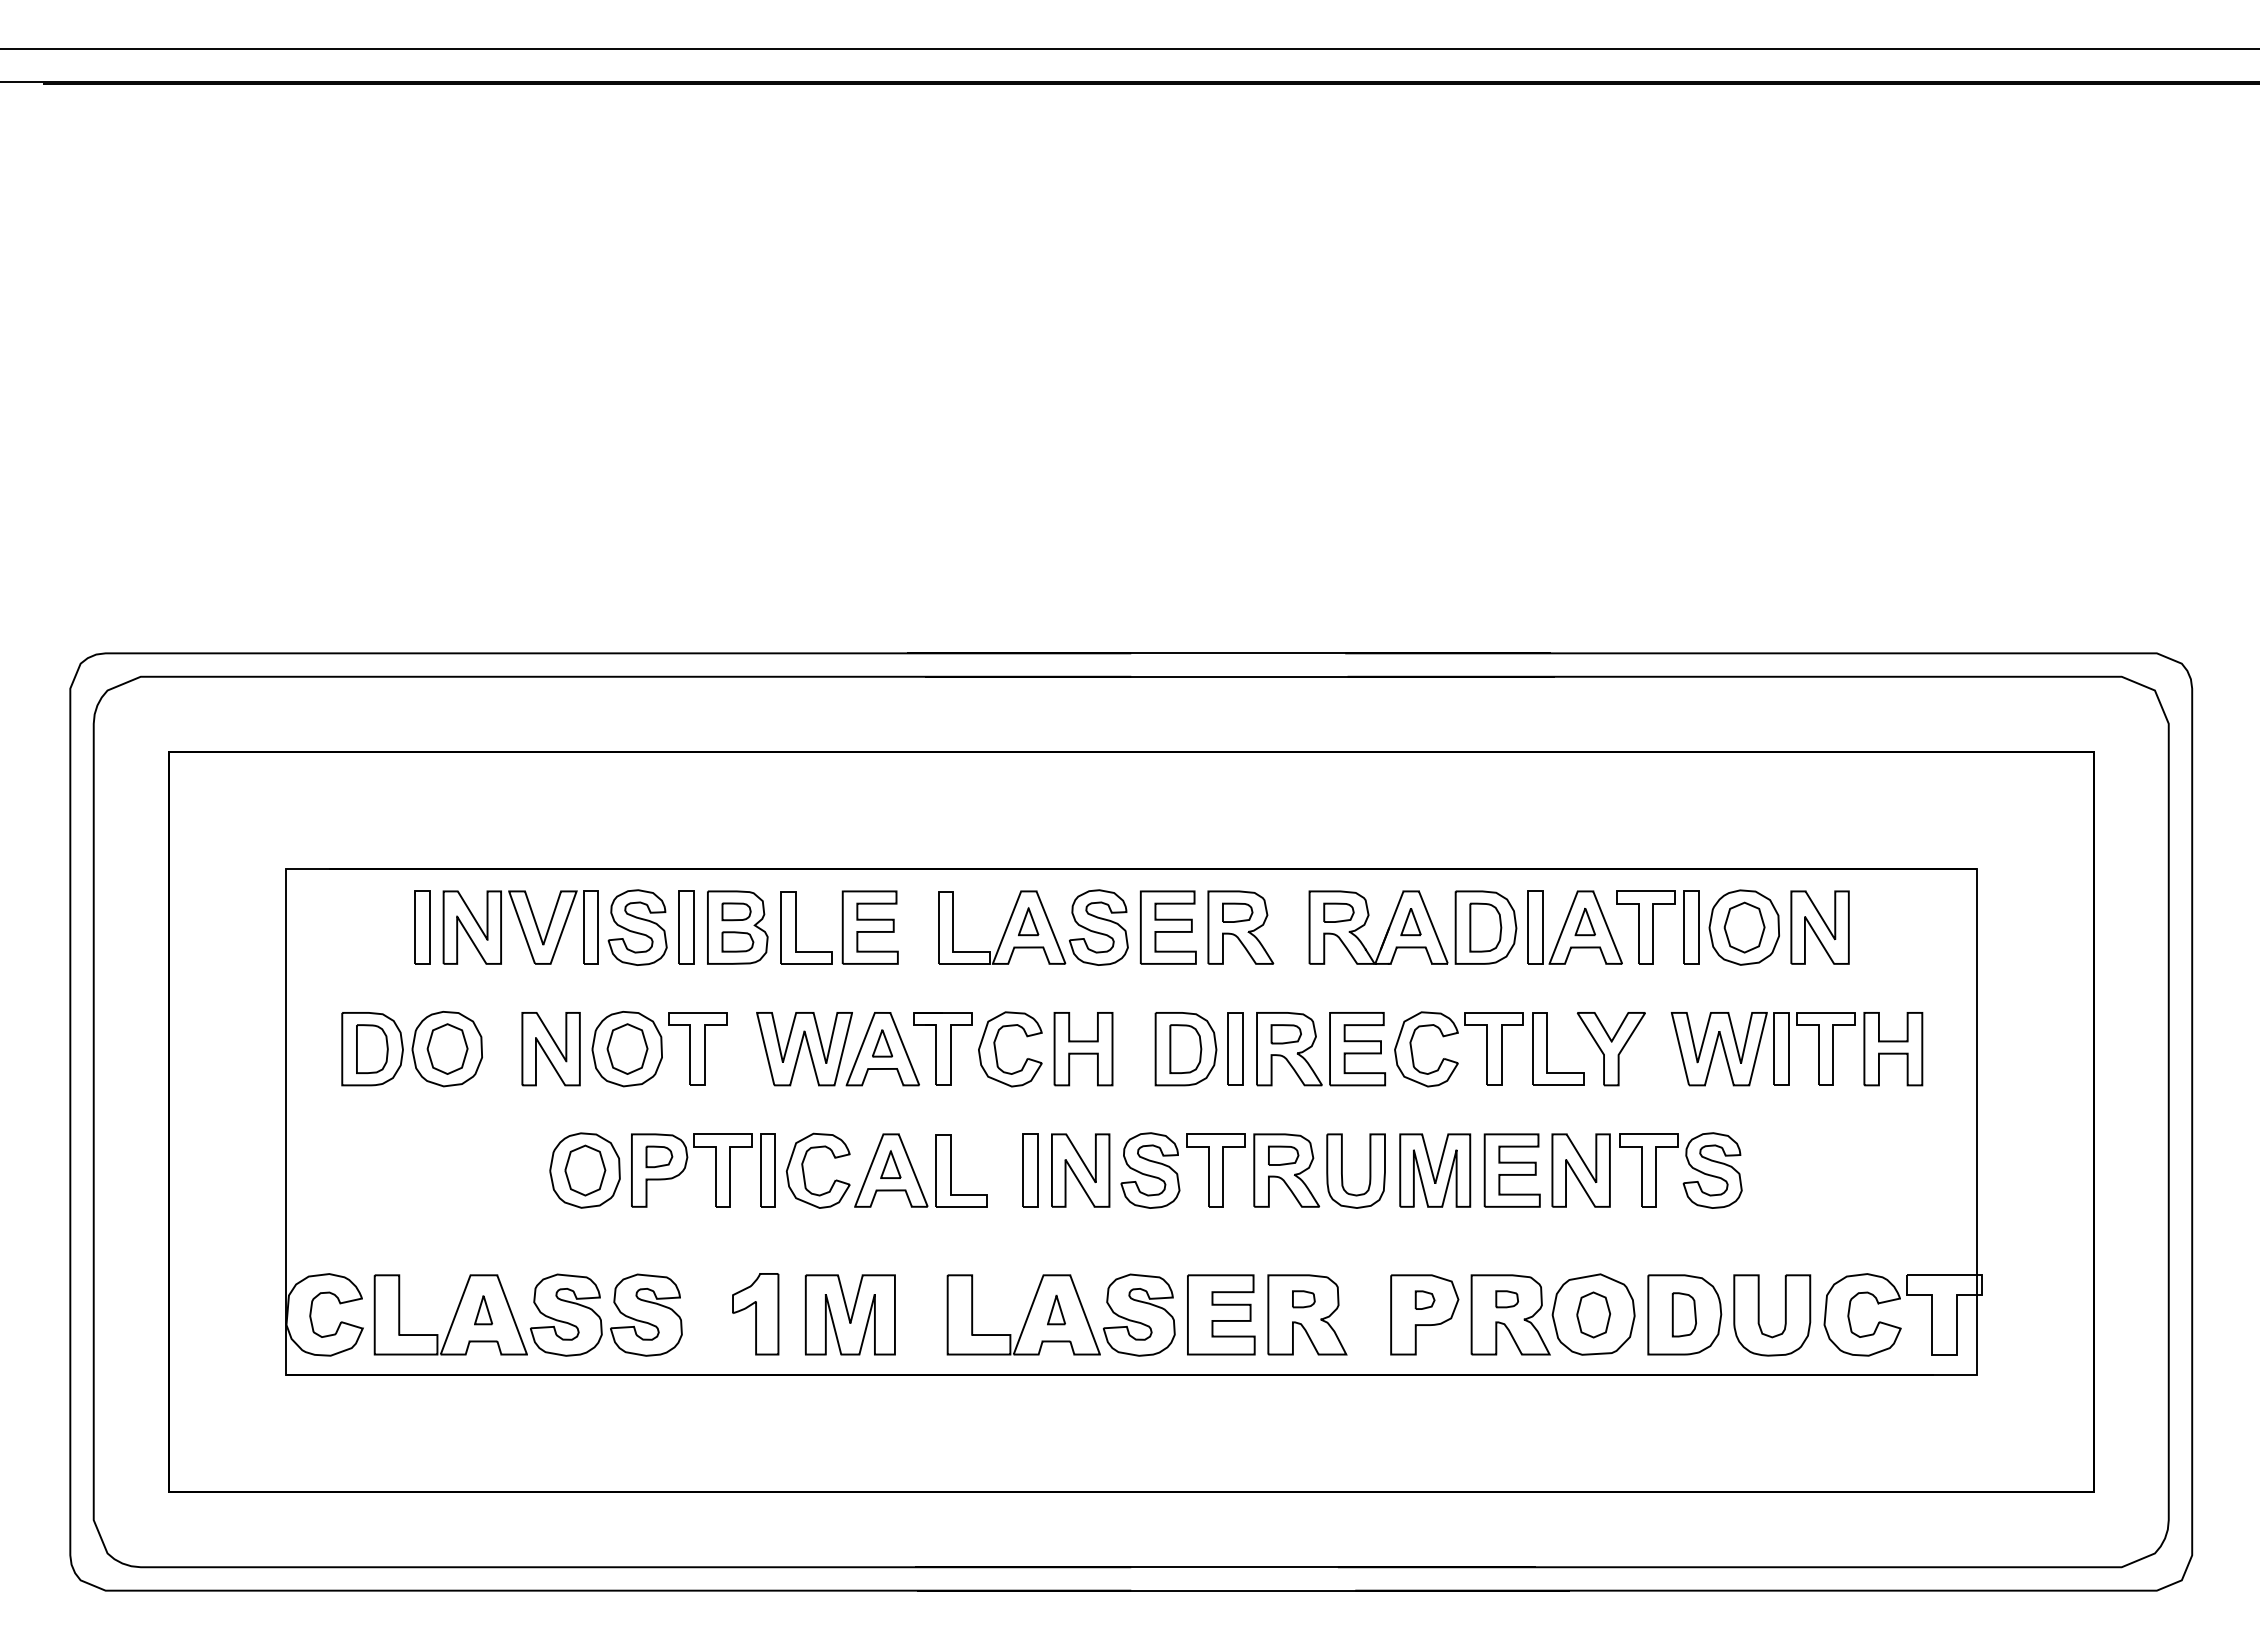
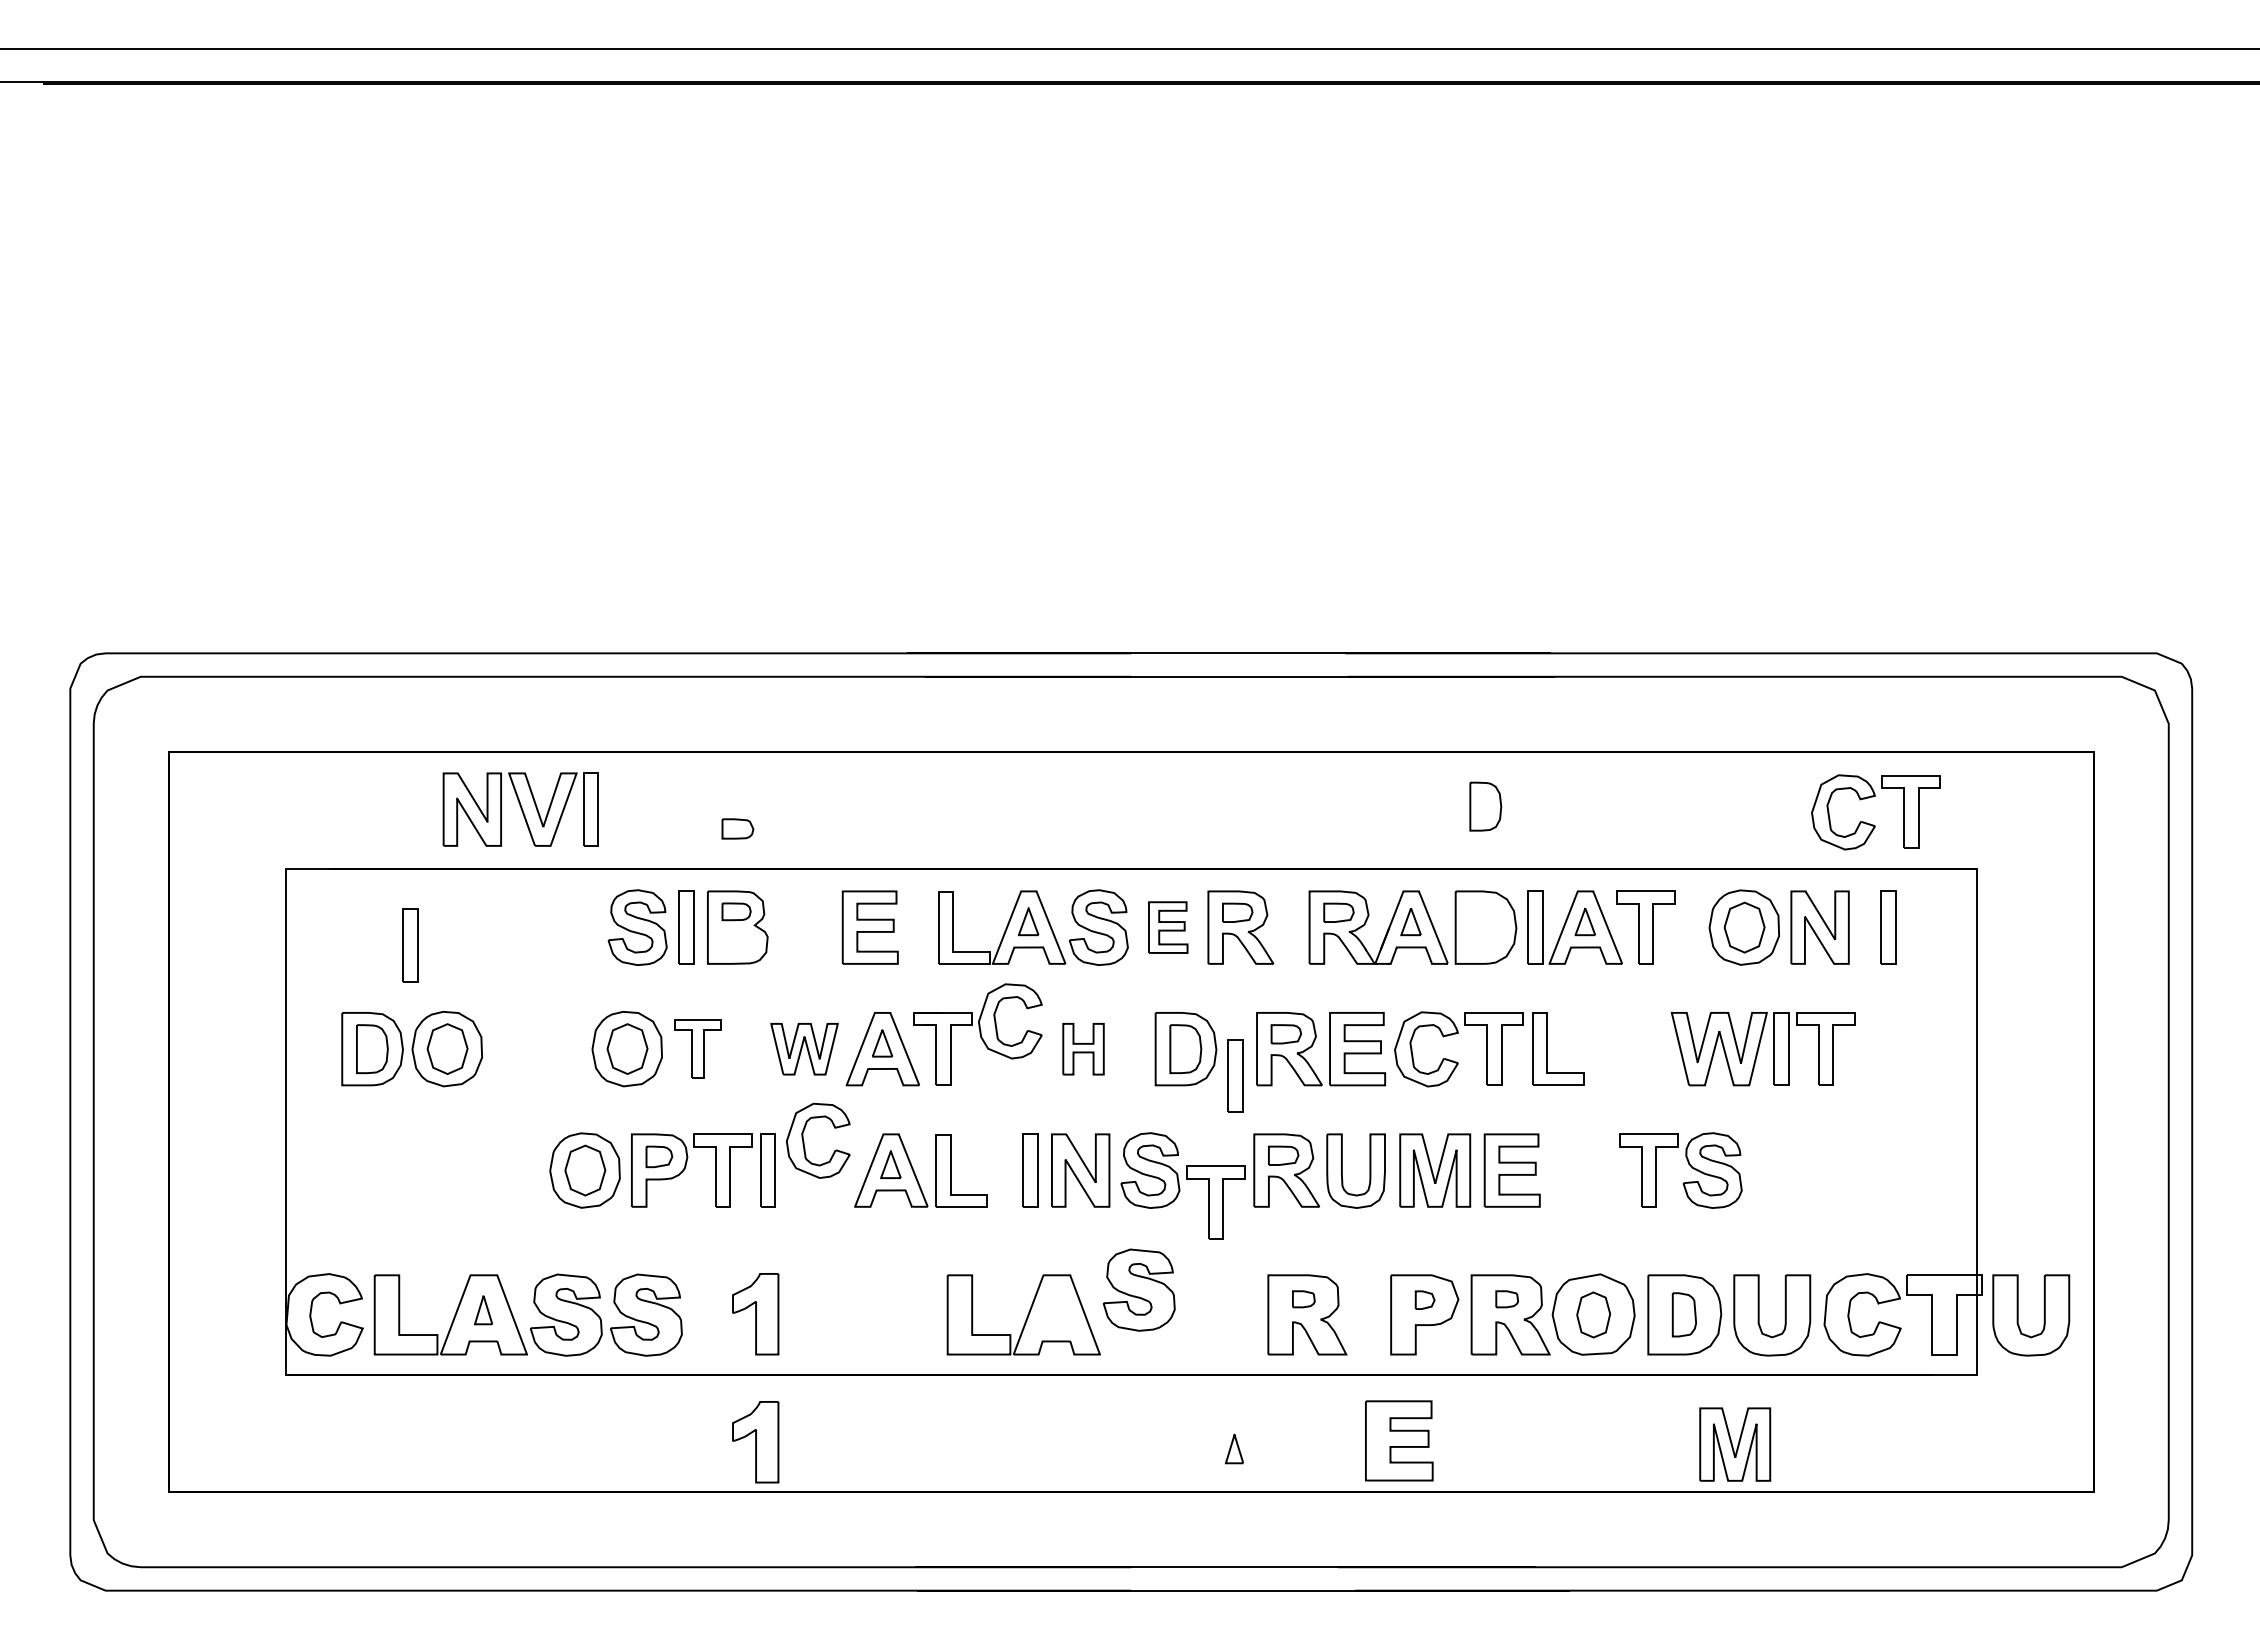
part at (1870, 823): none -> present
part at (422, 927) position: (422, 927) -> (410, 945)
part at (520, 927) position: (520, 927) -> (520, 809)
part at (796, 927): present -> none
part at (1167, 927) size: 58x75 px -> 41x53 px
part at (1485, 927) position: (1485, 927) -> (1485, 806)
part at (1691, 927) position: (1691, 927) -> (1888, 927)
part at (737, 941) position: (737, 941) -> (737, 828)
part at (697, 1048) size: 60x74 px -> 48x60 px
part at (1235, 1048) position: (1235, 1048) -> (1235, 1075)
part at (550, 1049): present -> none
part at (804, 1049) size: 97x75 px -> 69x53 px
part at (996, 1049) position: (996, 1049) -> (996, 1021)
part at (1083, 1049) size: 61x75 px -> 43x53 px
part at (1610, 1049): present -> none
part at (1893, 1049): present -> none
part at (1215, 1170) position: (1215, 1170) -> (1215, 1202)
part at (1580, 1170): present -> none
part at (804, 1171) position: (804, 1171) -> (804, 1141)
part at (1056, 1309) position: (1056, 1309) -> (1234, 1448)
part at (849, 1314): present -> none
part at (1139, 1314) position: (1139, 1314) -> (1139, 1289)
part at (1221, 1314) position: (1221, 1314) -> (1399, 1440)
part at (2043, 1315): none -> present
part at (755, 1442): none -> present
part at (1735, 1444): none -> present
